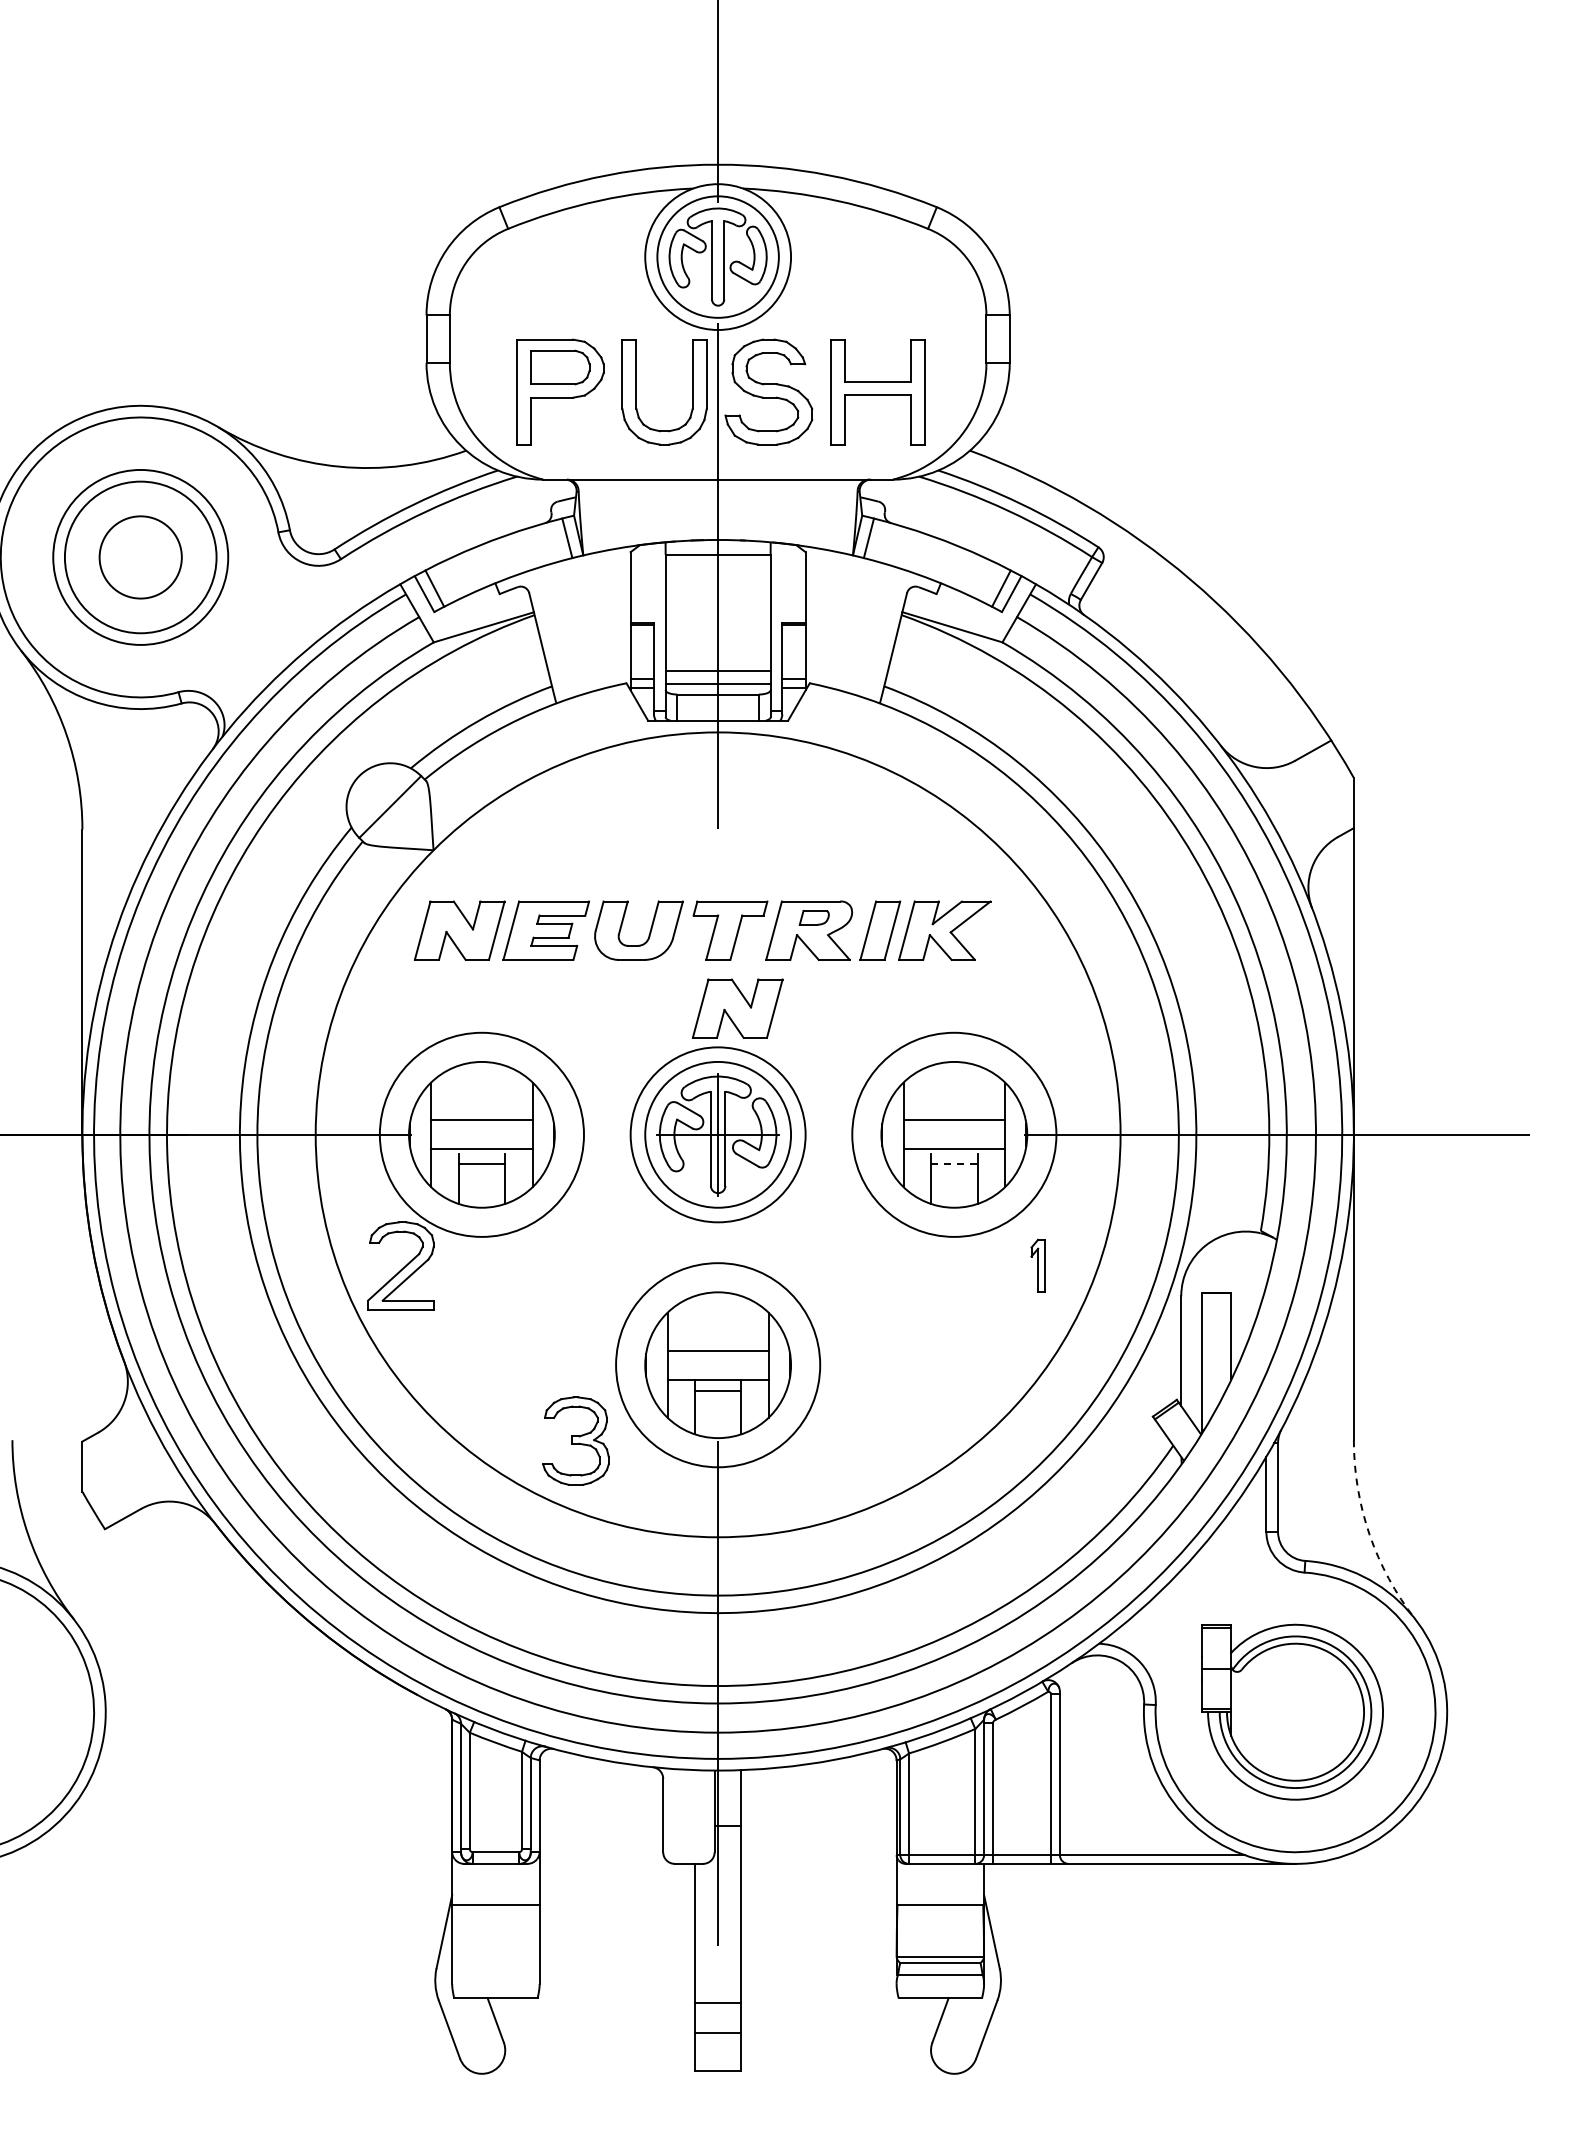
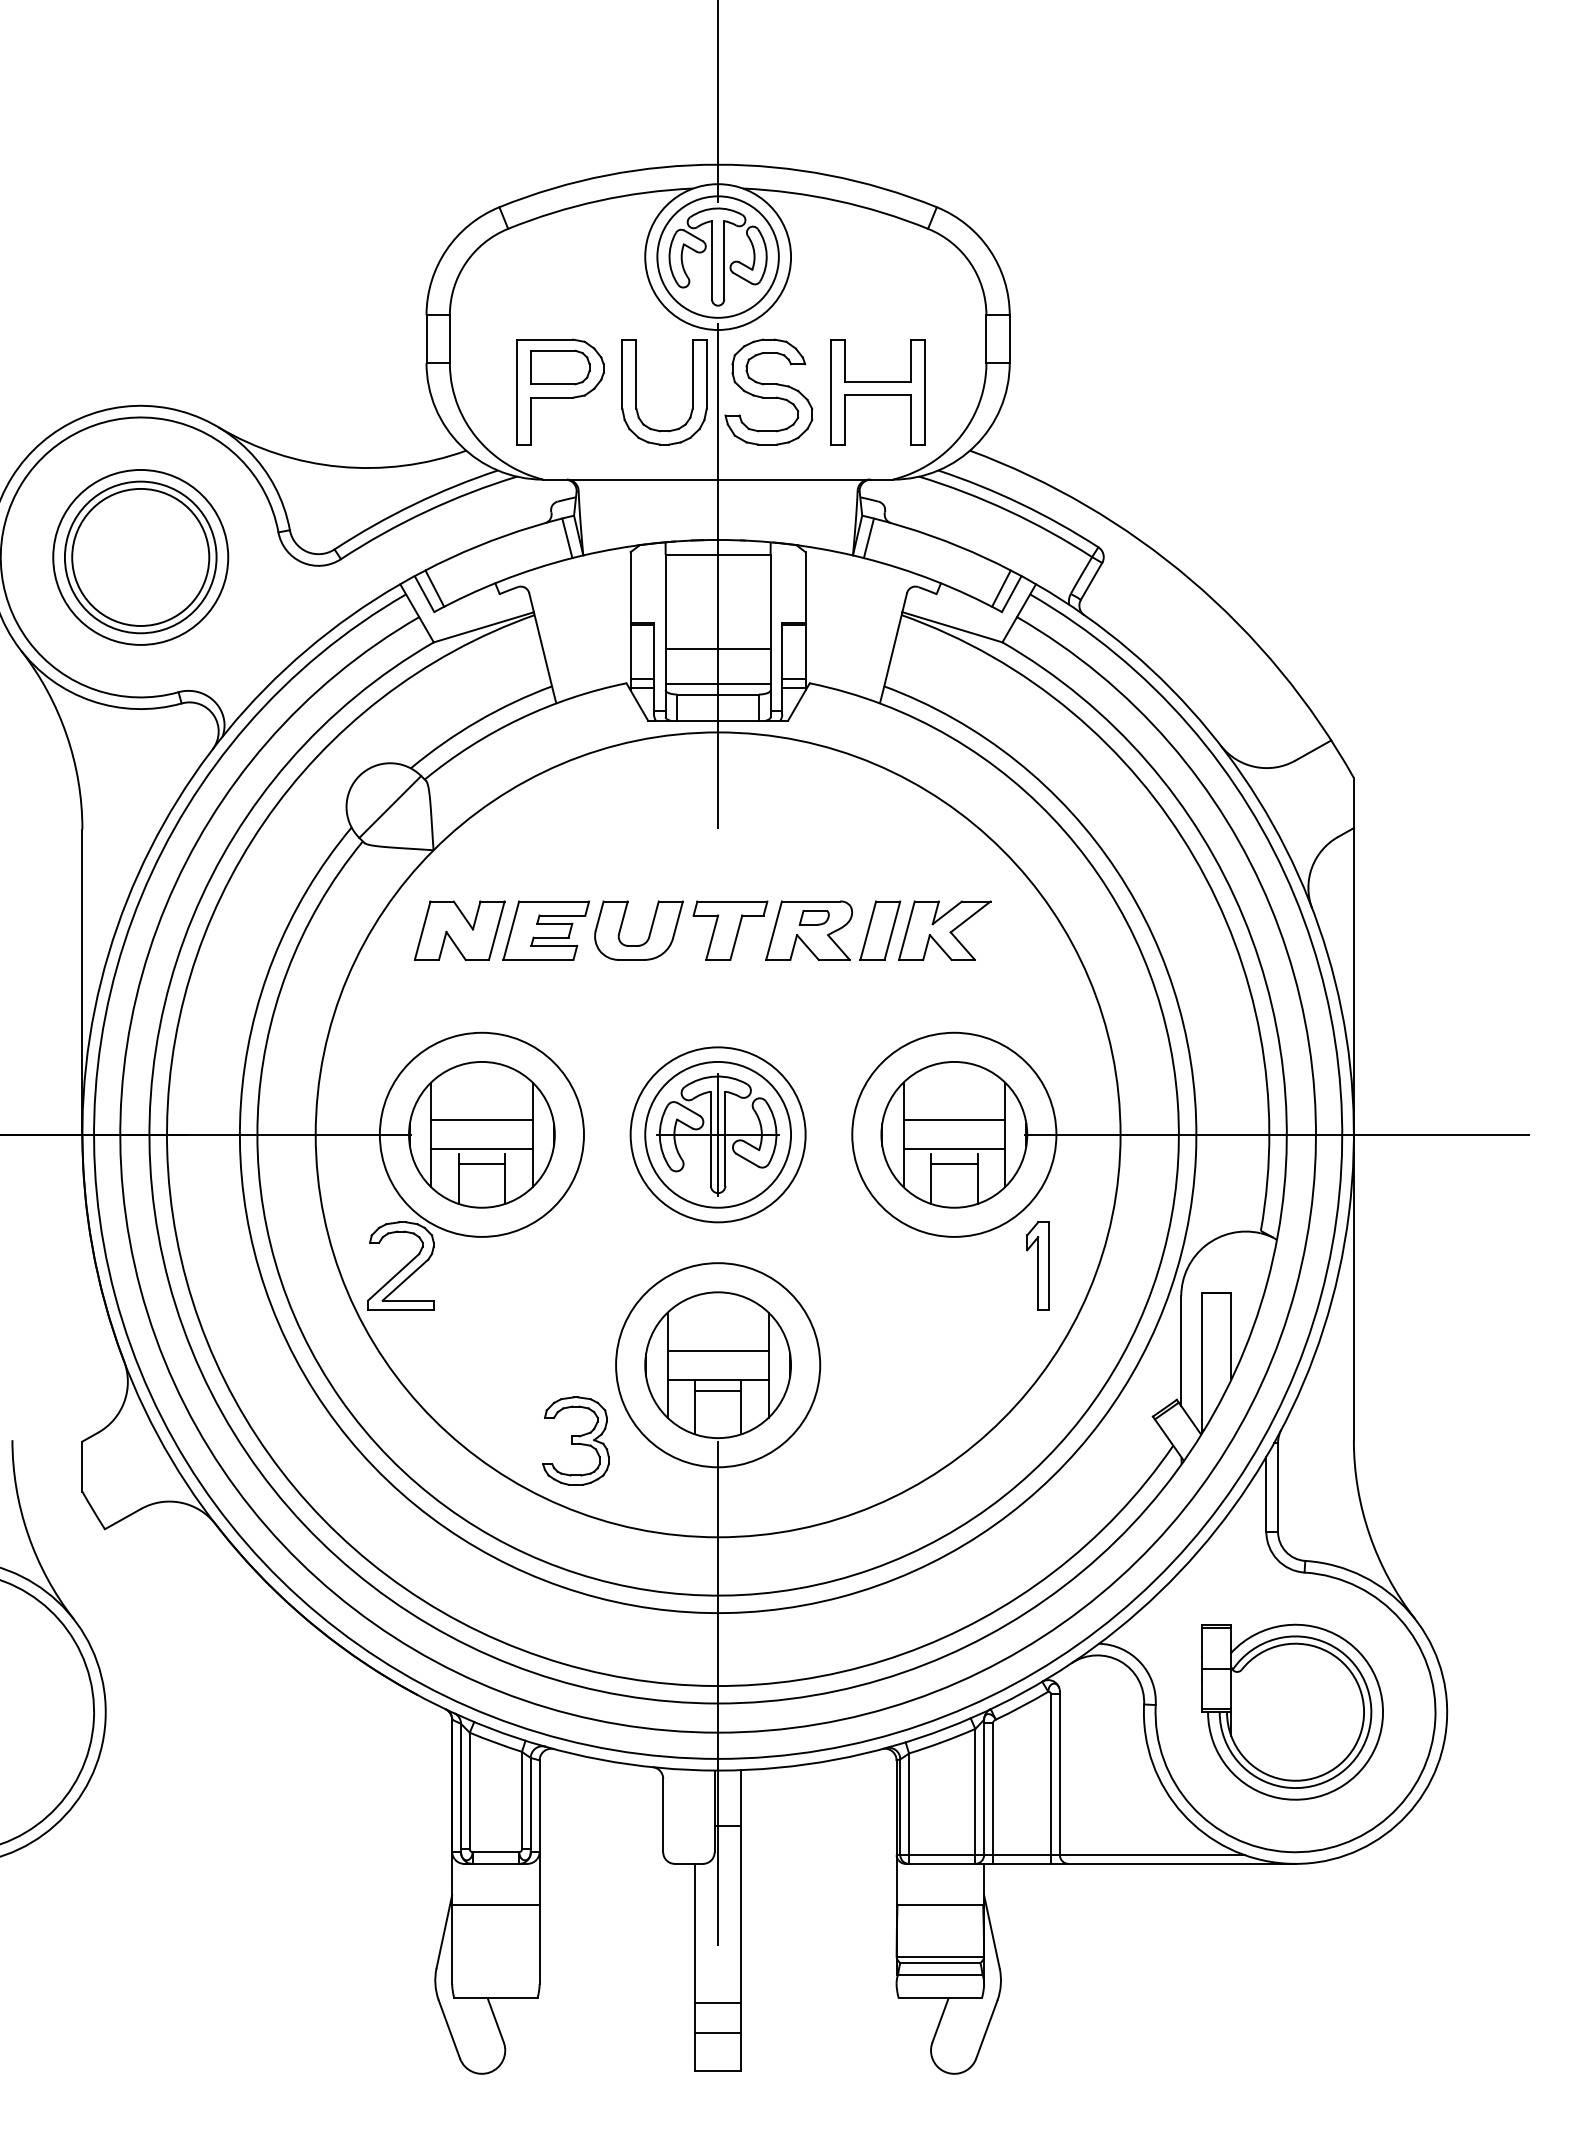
circle at (140, 557) diameter: 82 px -> 137 px
line at (717, 670) position: (717, 670) -> (717, 648)
part at (737, 1008): present -> none
line at (954, 1164): dashed -> solid
part at (1037, 1265) size: 16x55 px -> 24x90 px
arc at (1369, 1534): dashed -> solid
